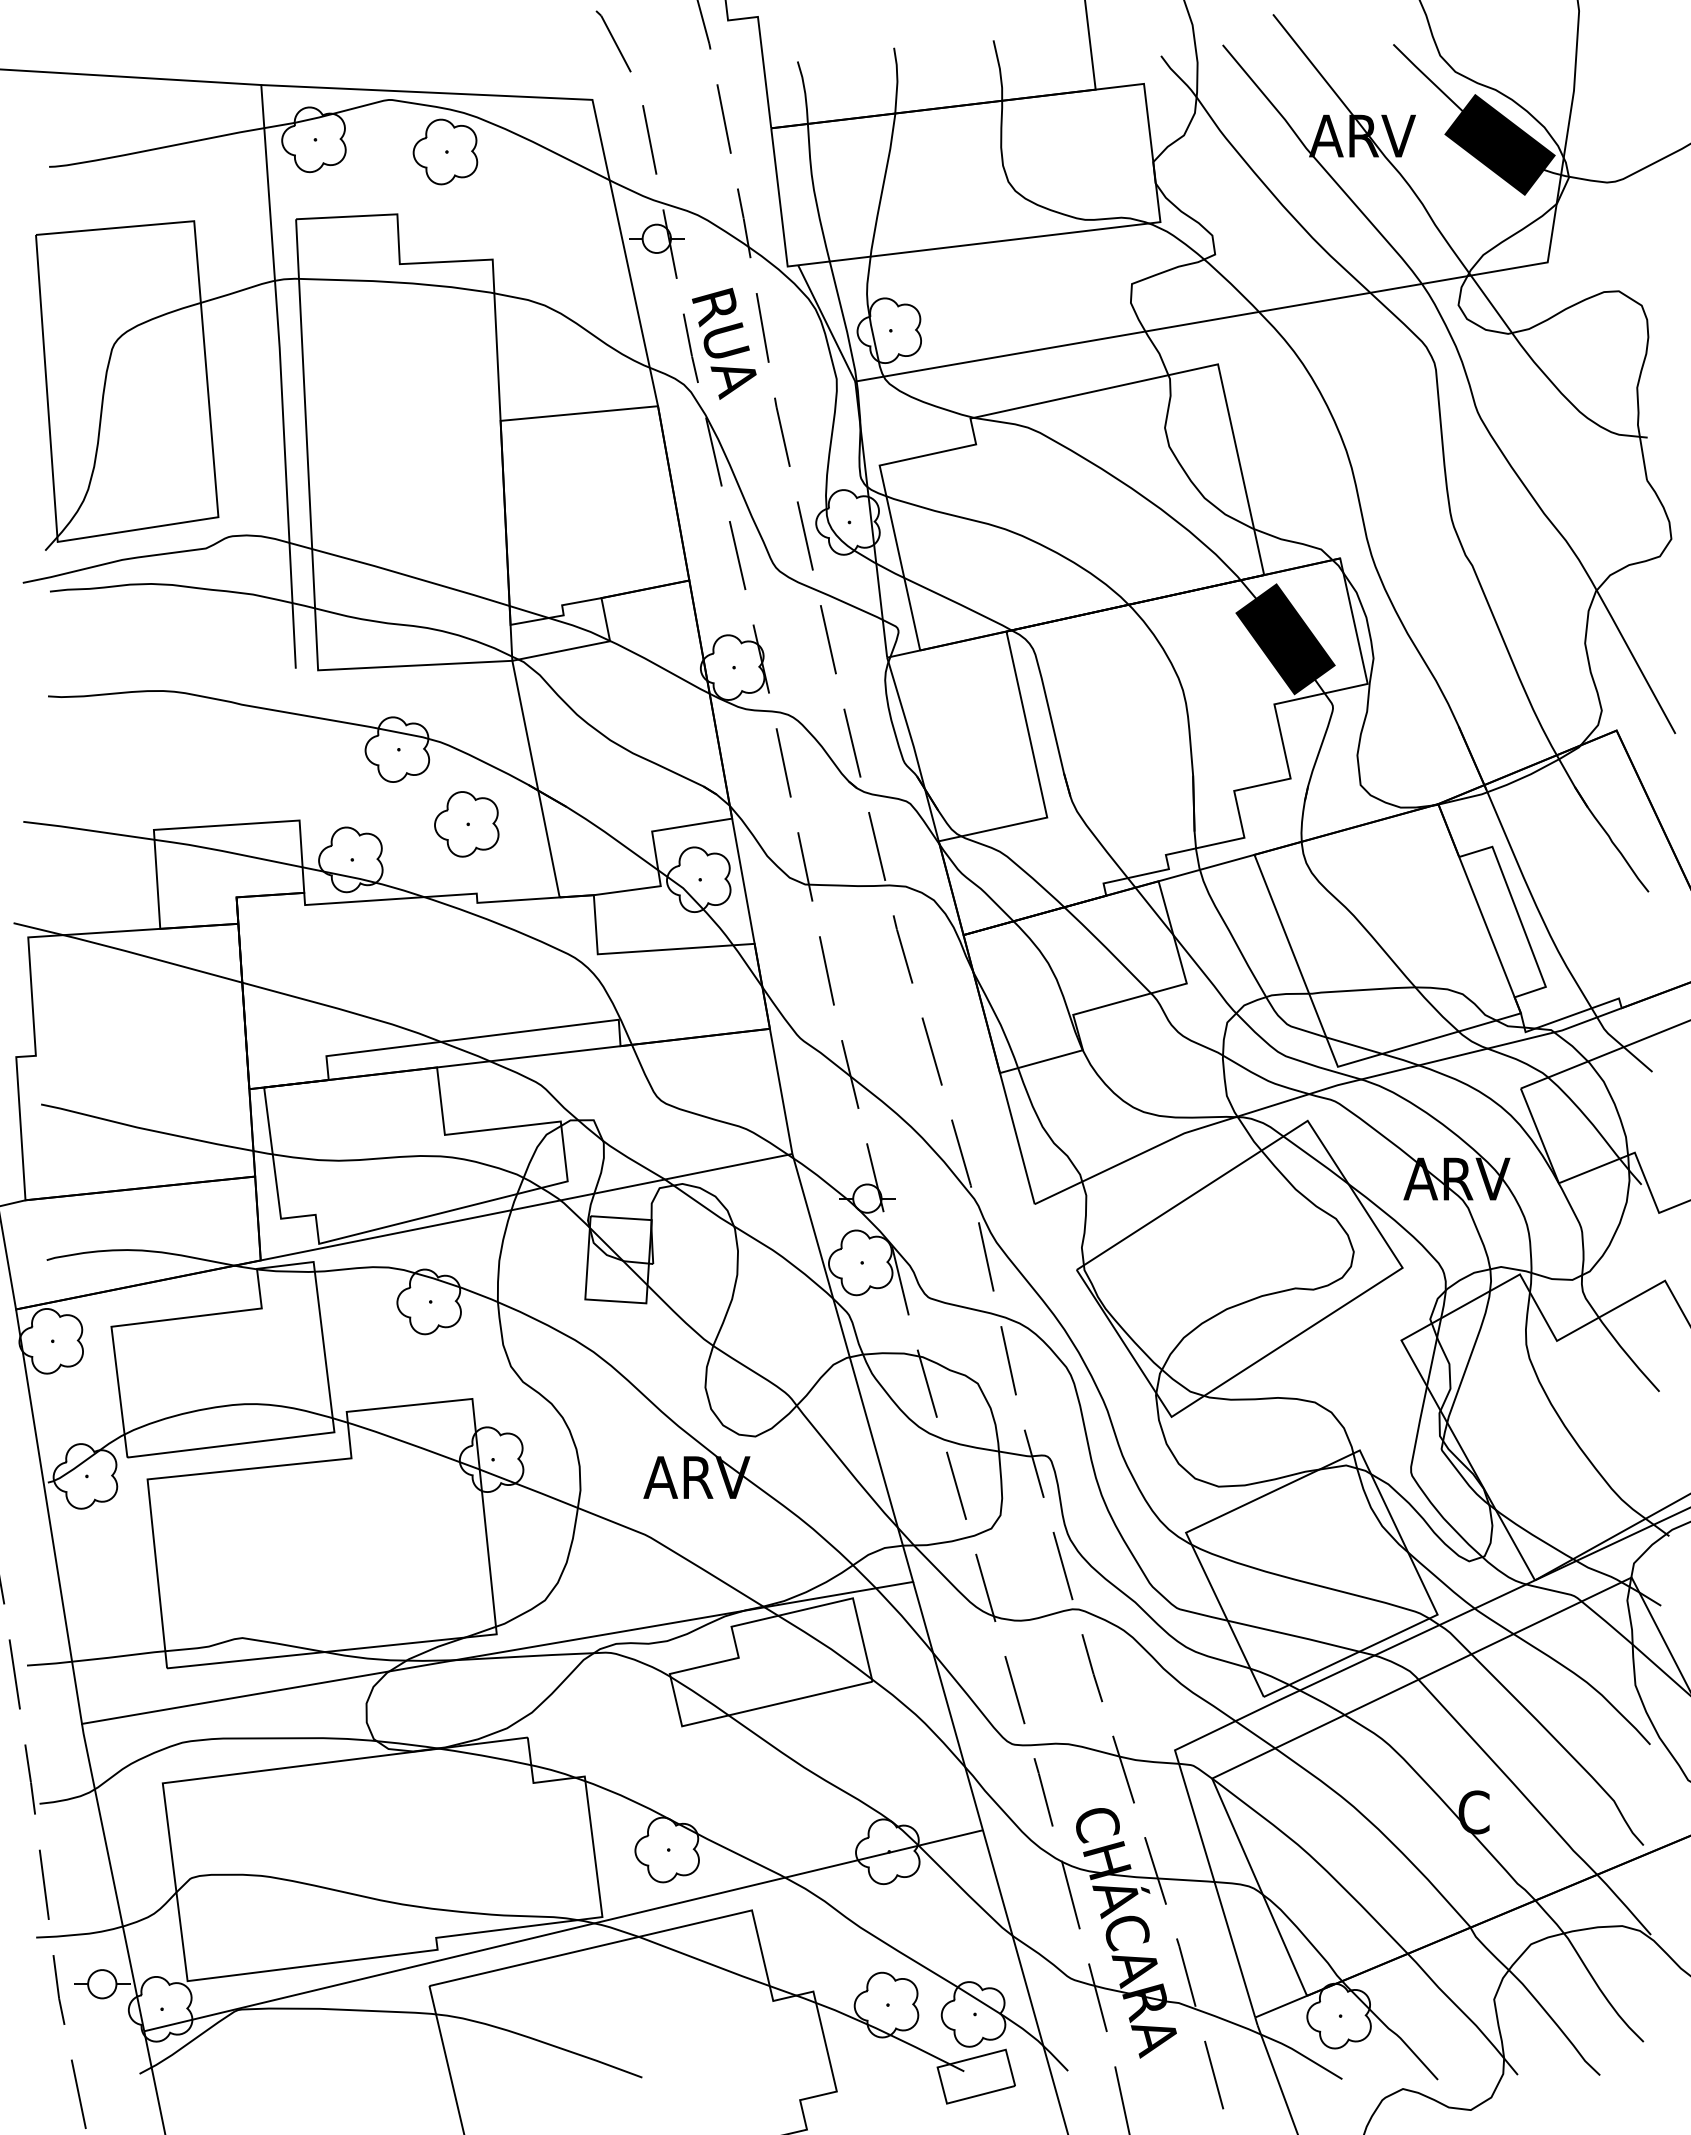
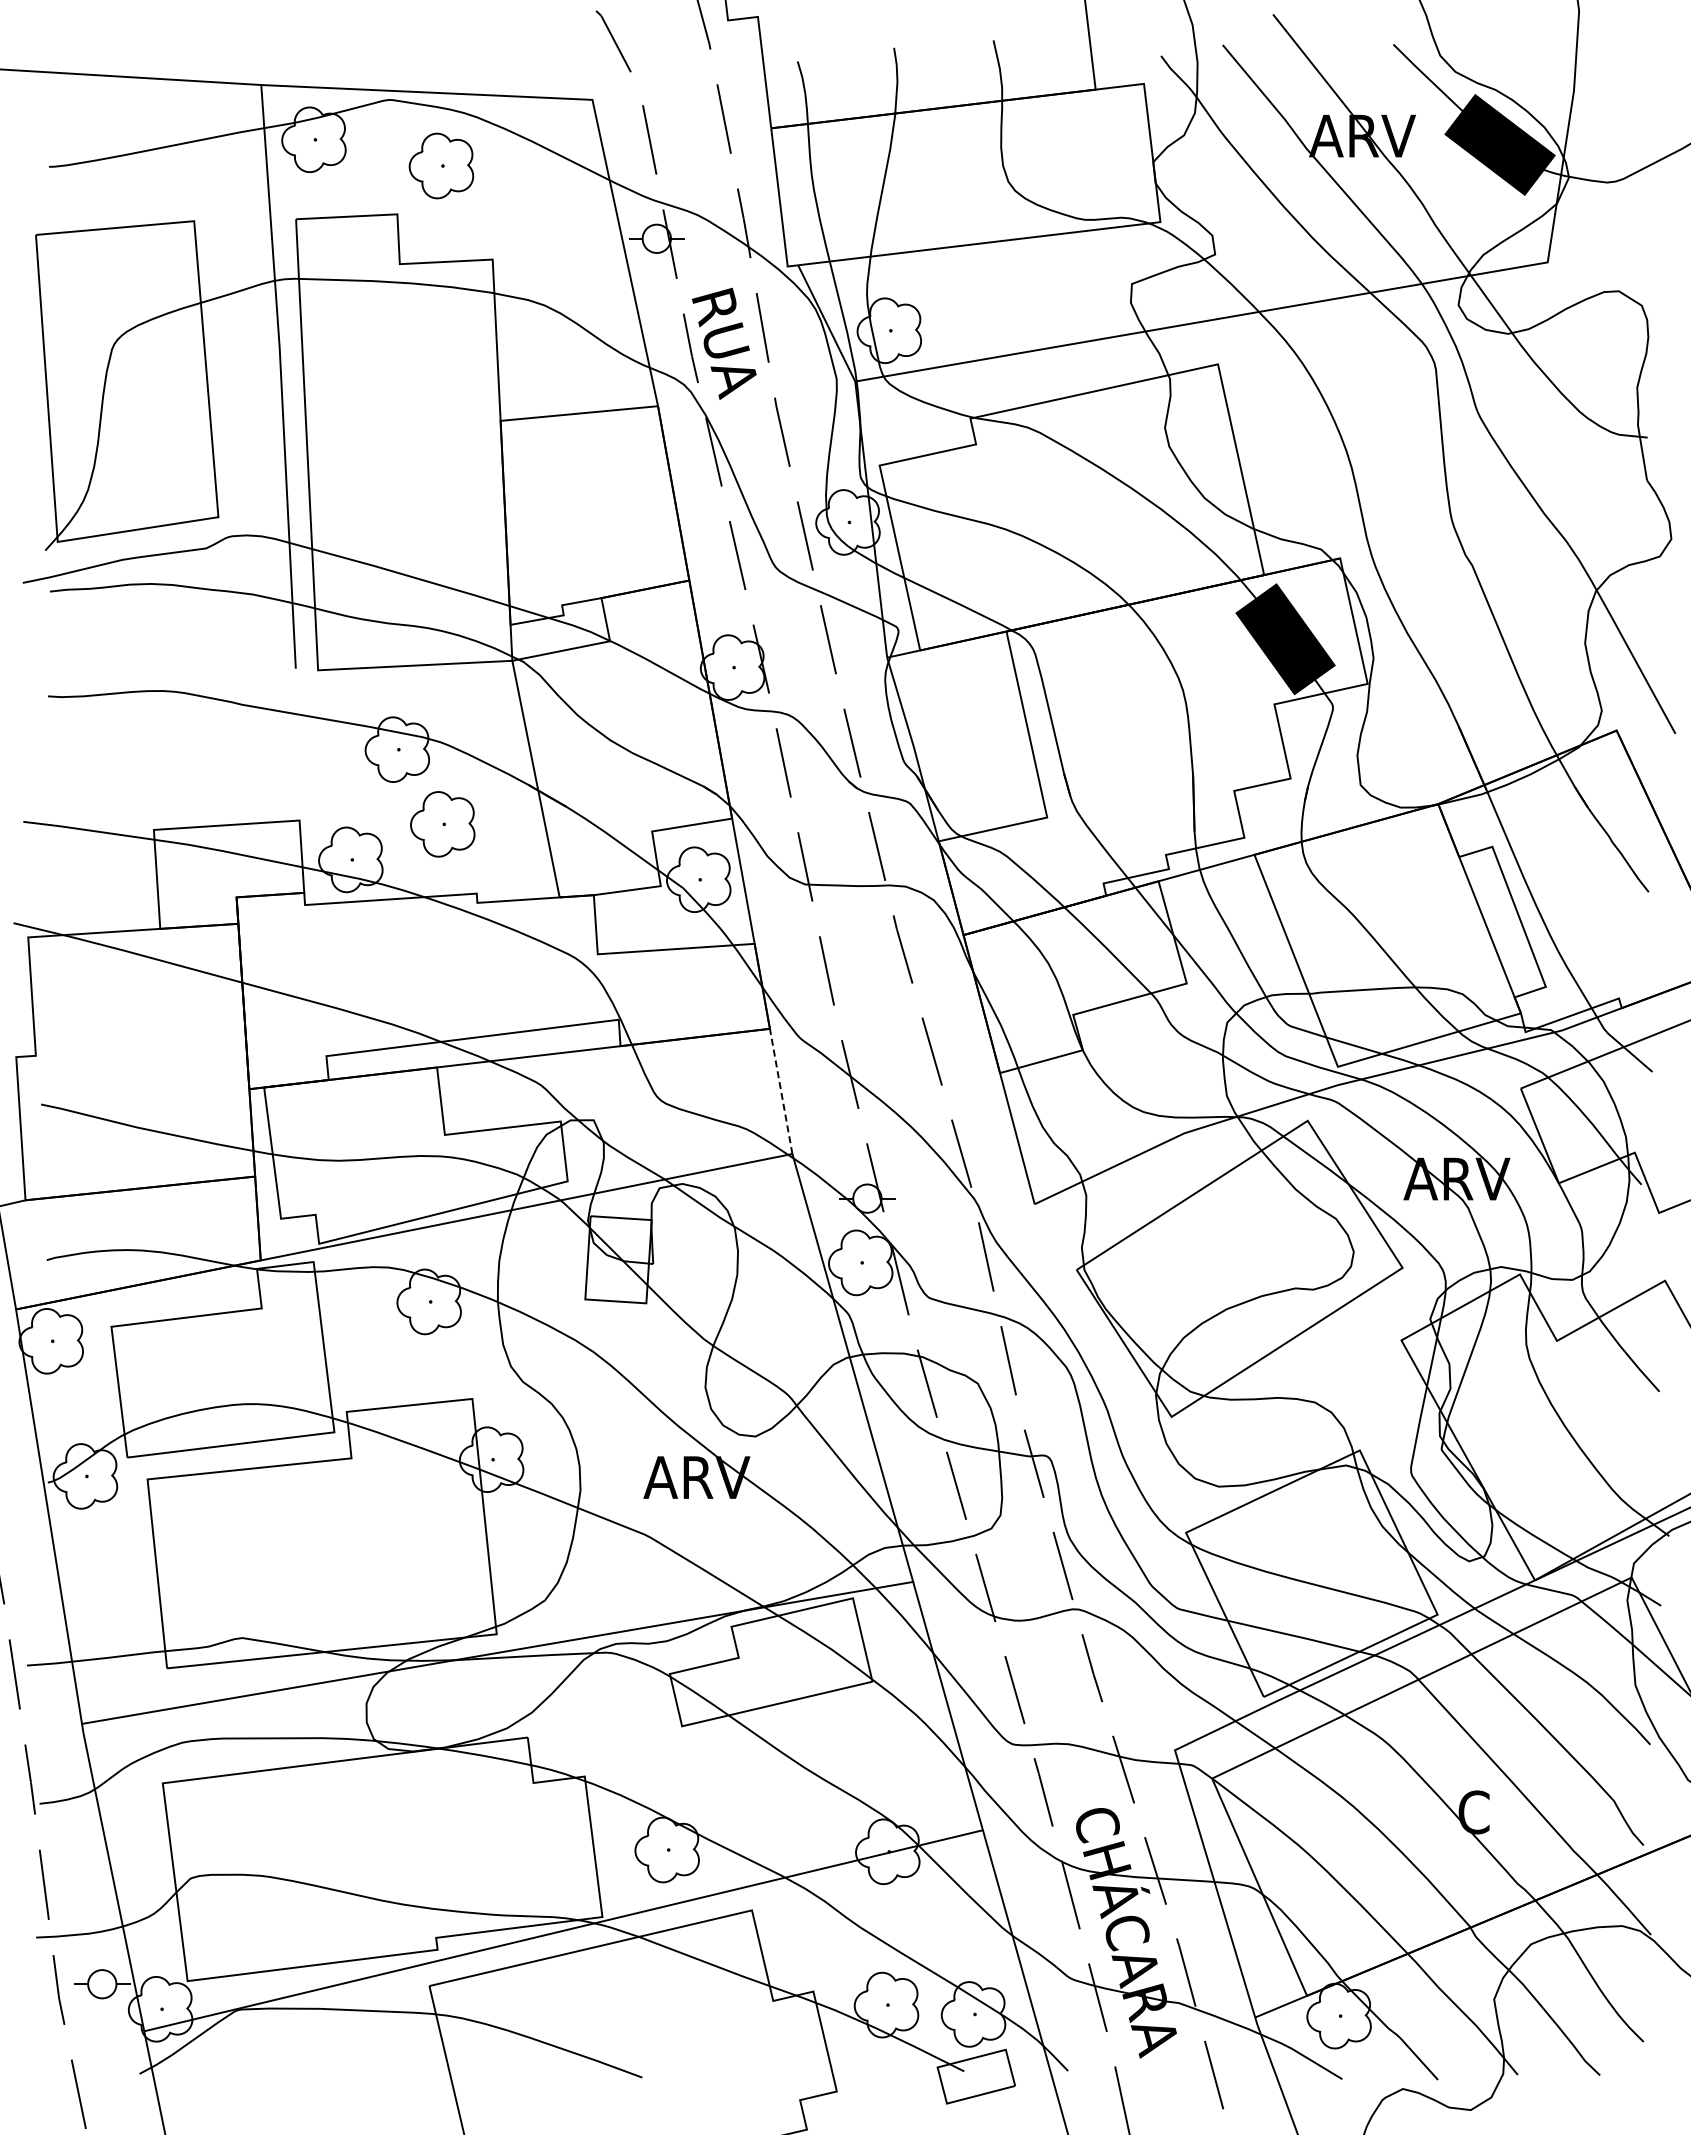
part at (445, 151) position: (445, 151) -> (441, 165)
part at (466, 824) position: (466, 824) -> (442, 824)
line at (781, 1091): solid -> dashed
